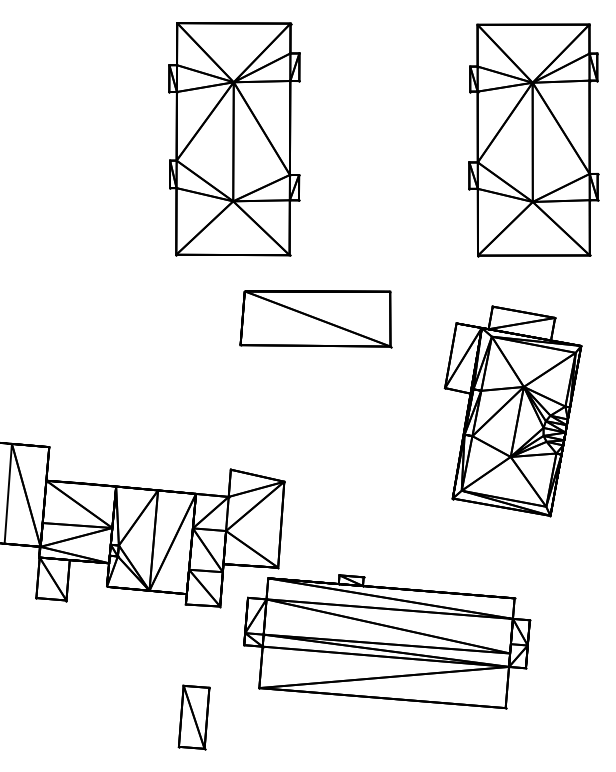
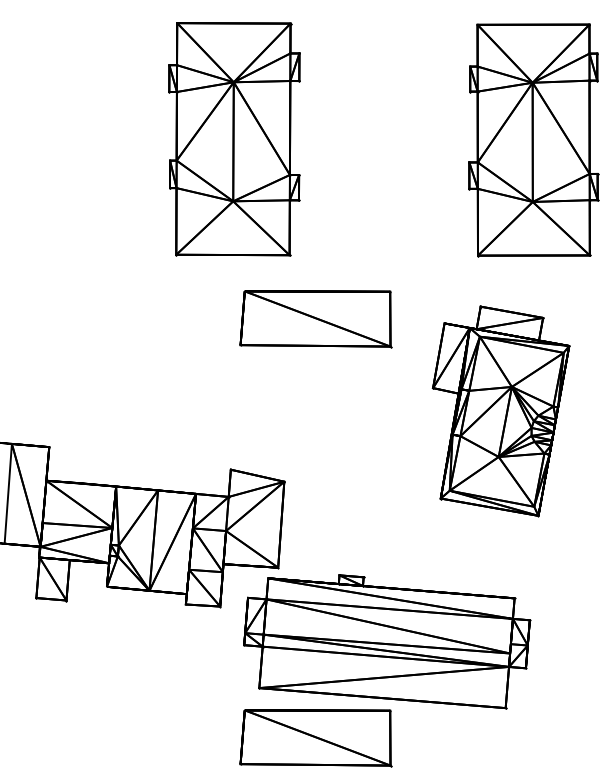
part at (512, 411) position: (512, 411) -> (500, 411)
part at (193, 717): present -> none
part at (315, 738): none -> present
